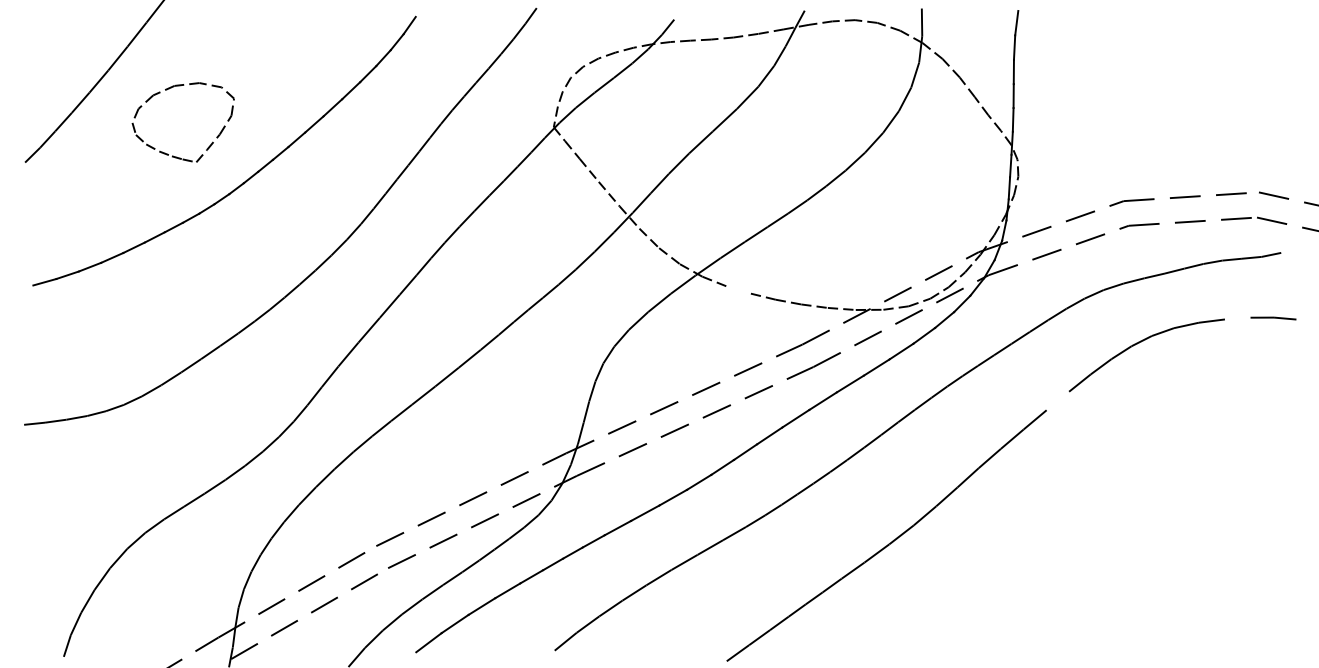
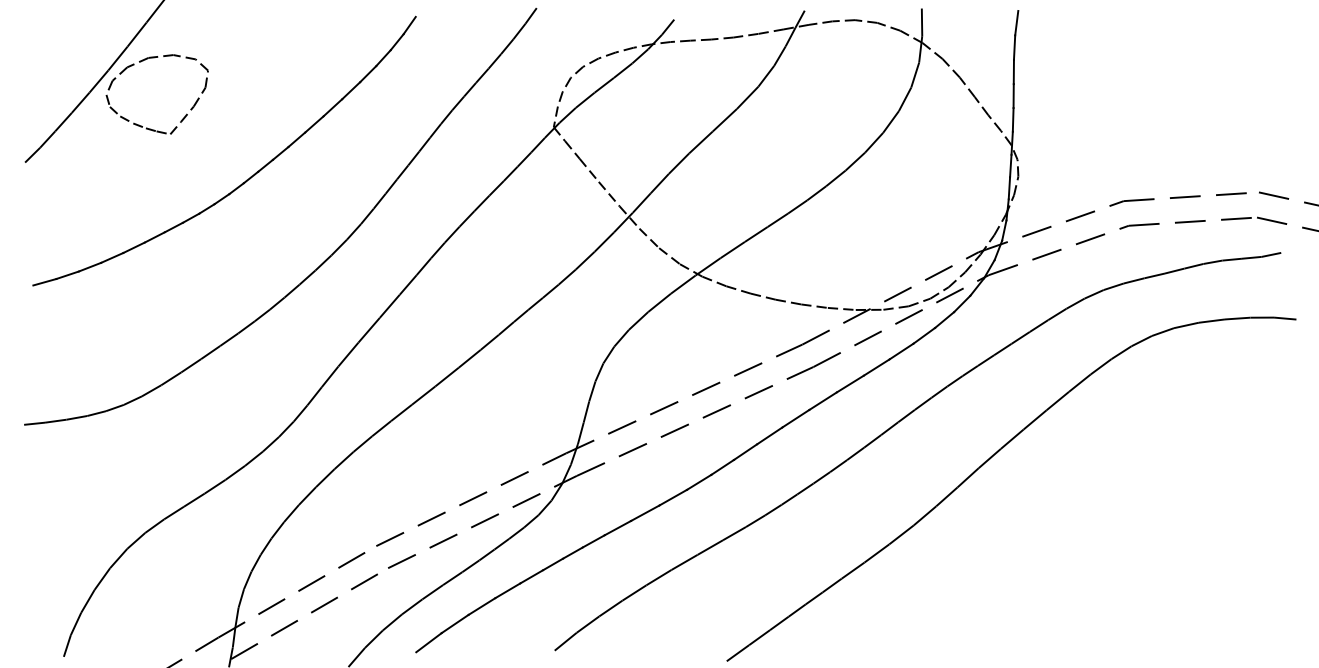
part at (173, 155) position: (173, 155) -> (147, 127)
line at (738, 289): none -> present
line at (1237, 318): none -> present
line at (1057, 400): none -> present
